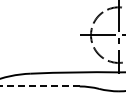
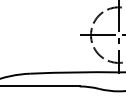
line at (39, 86): dashed -> solid
